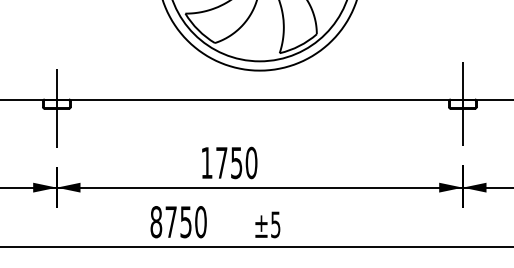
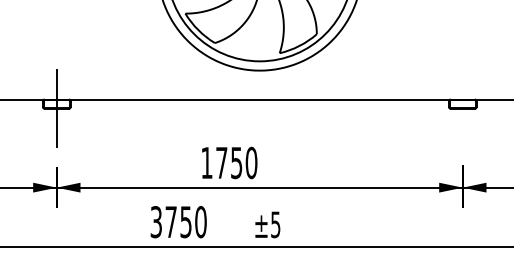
line at (462, 103): present -> none
text at (156, 222): 8750 -> 3750
